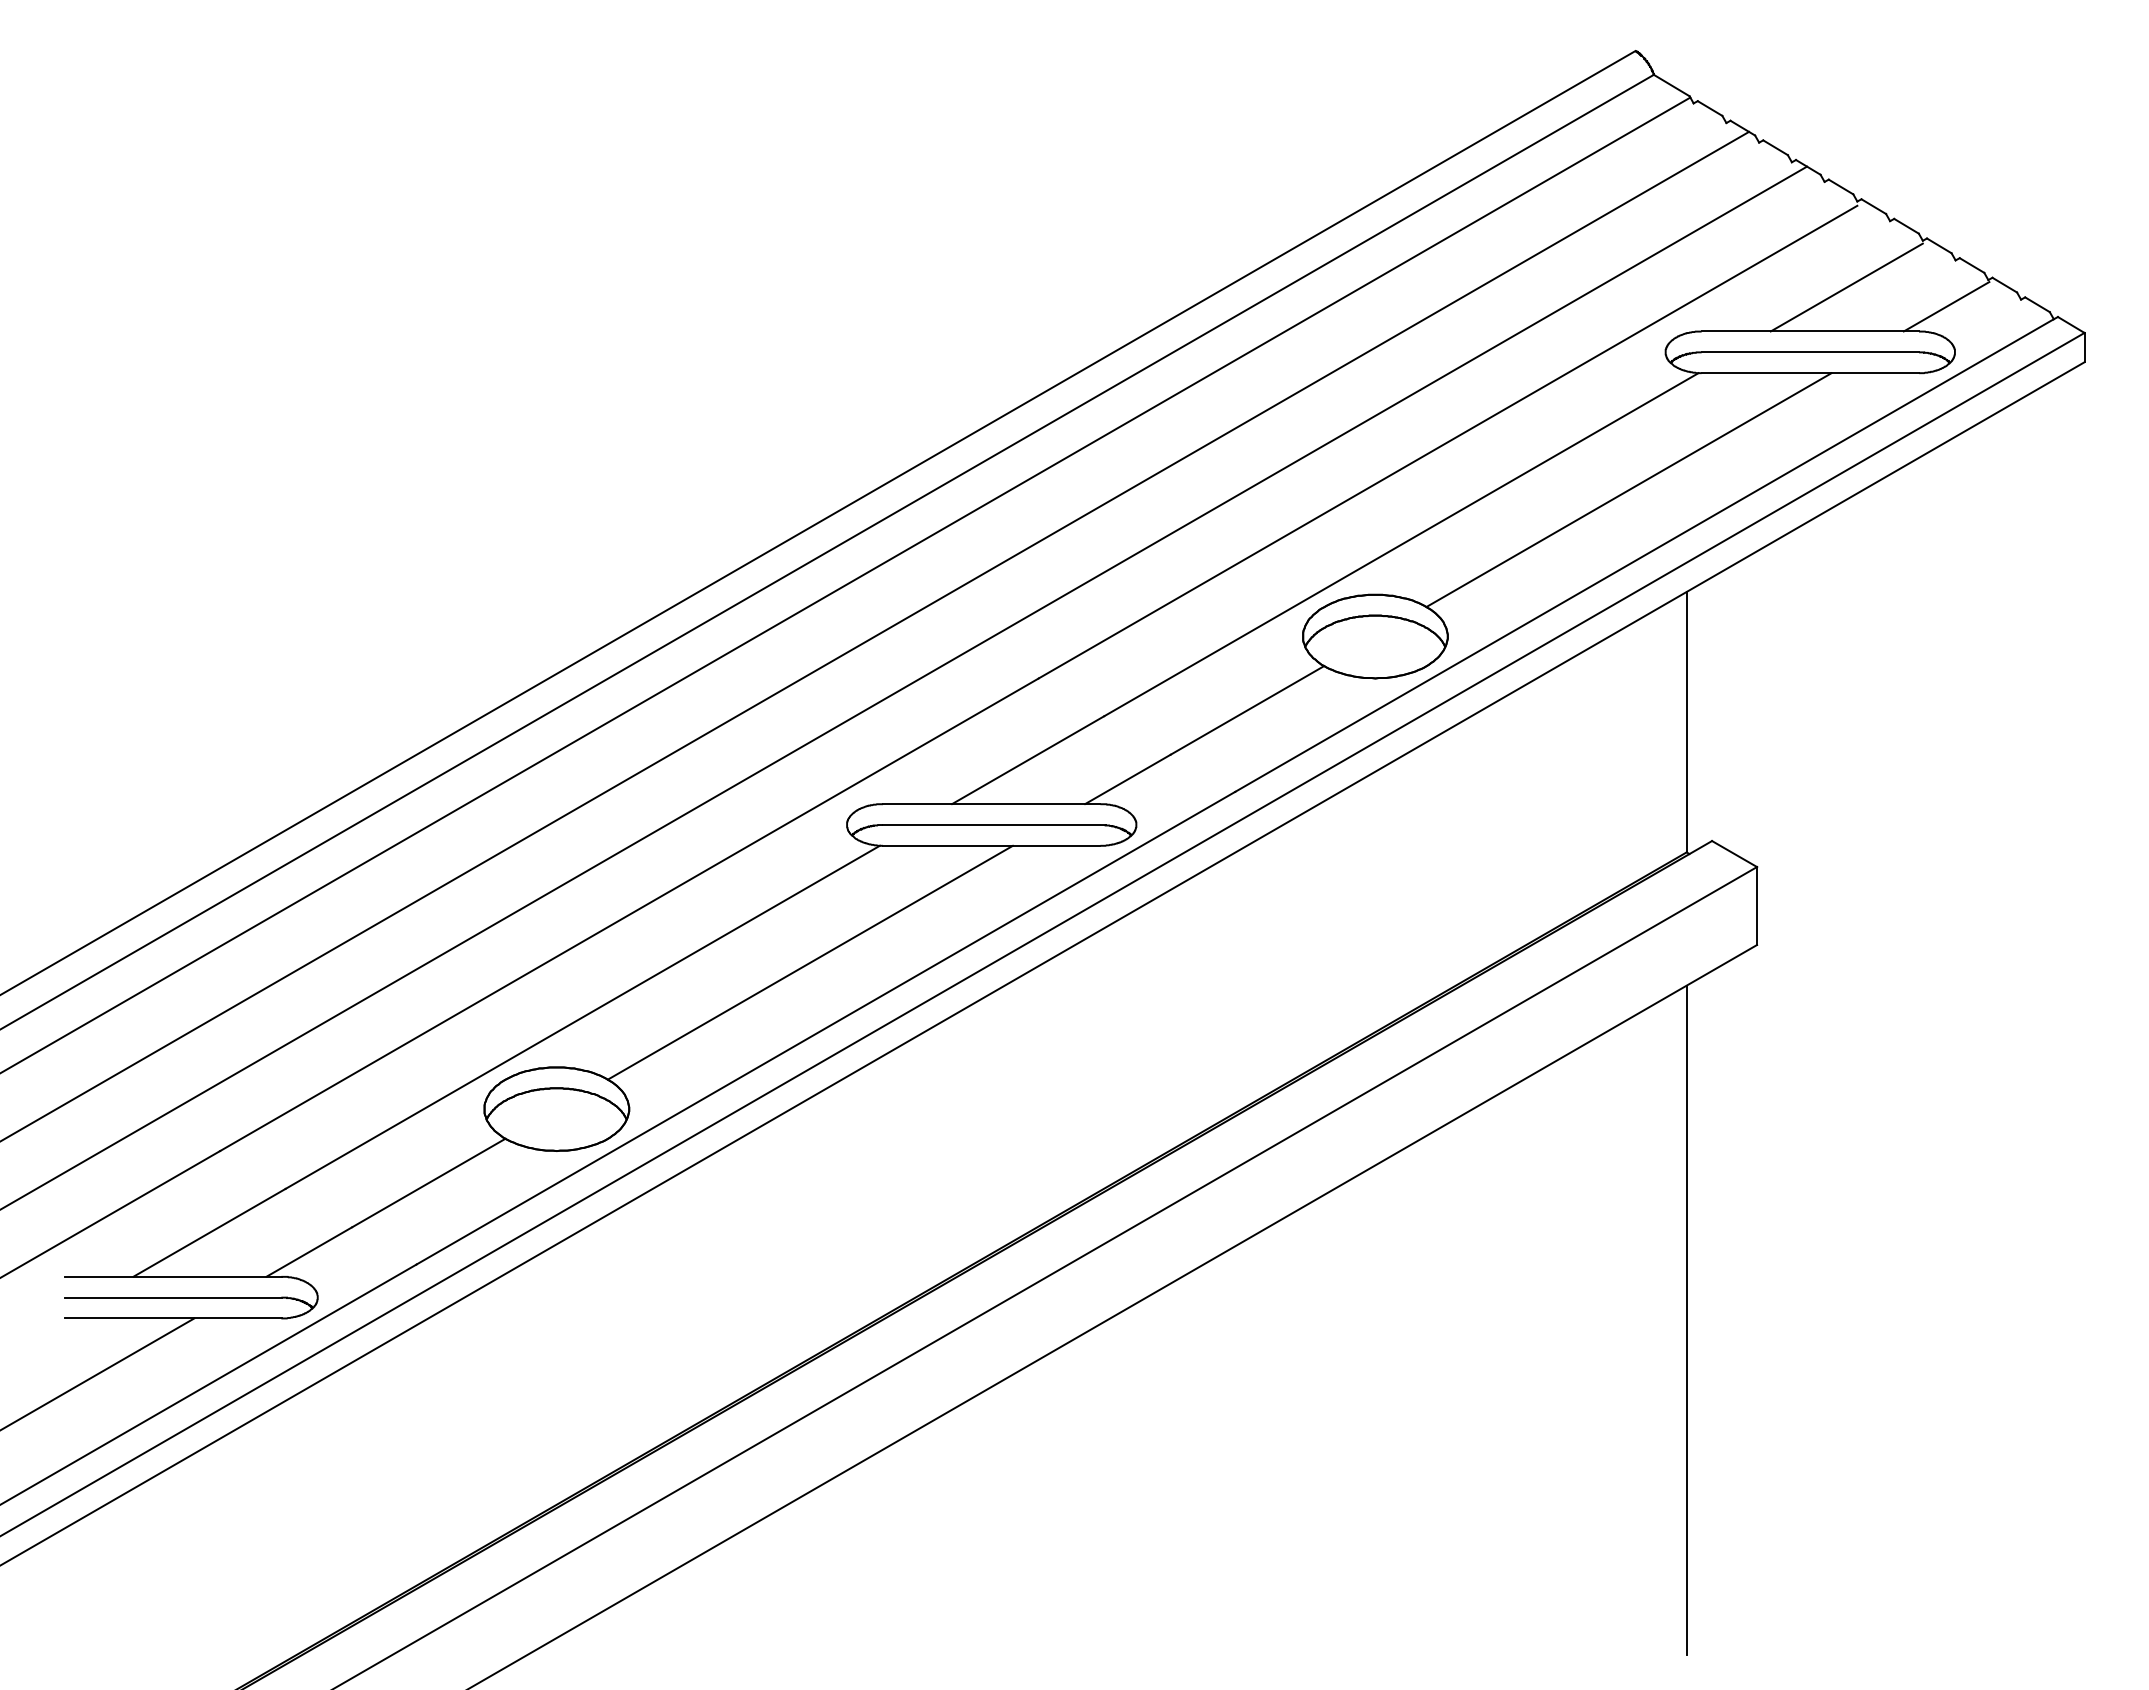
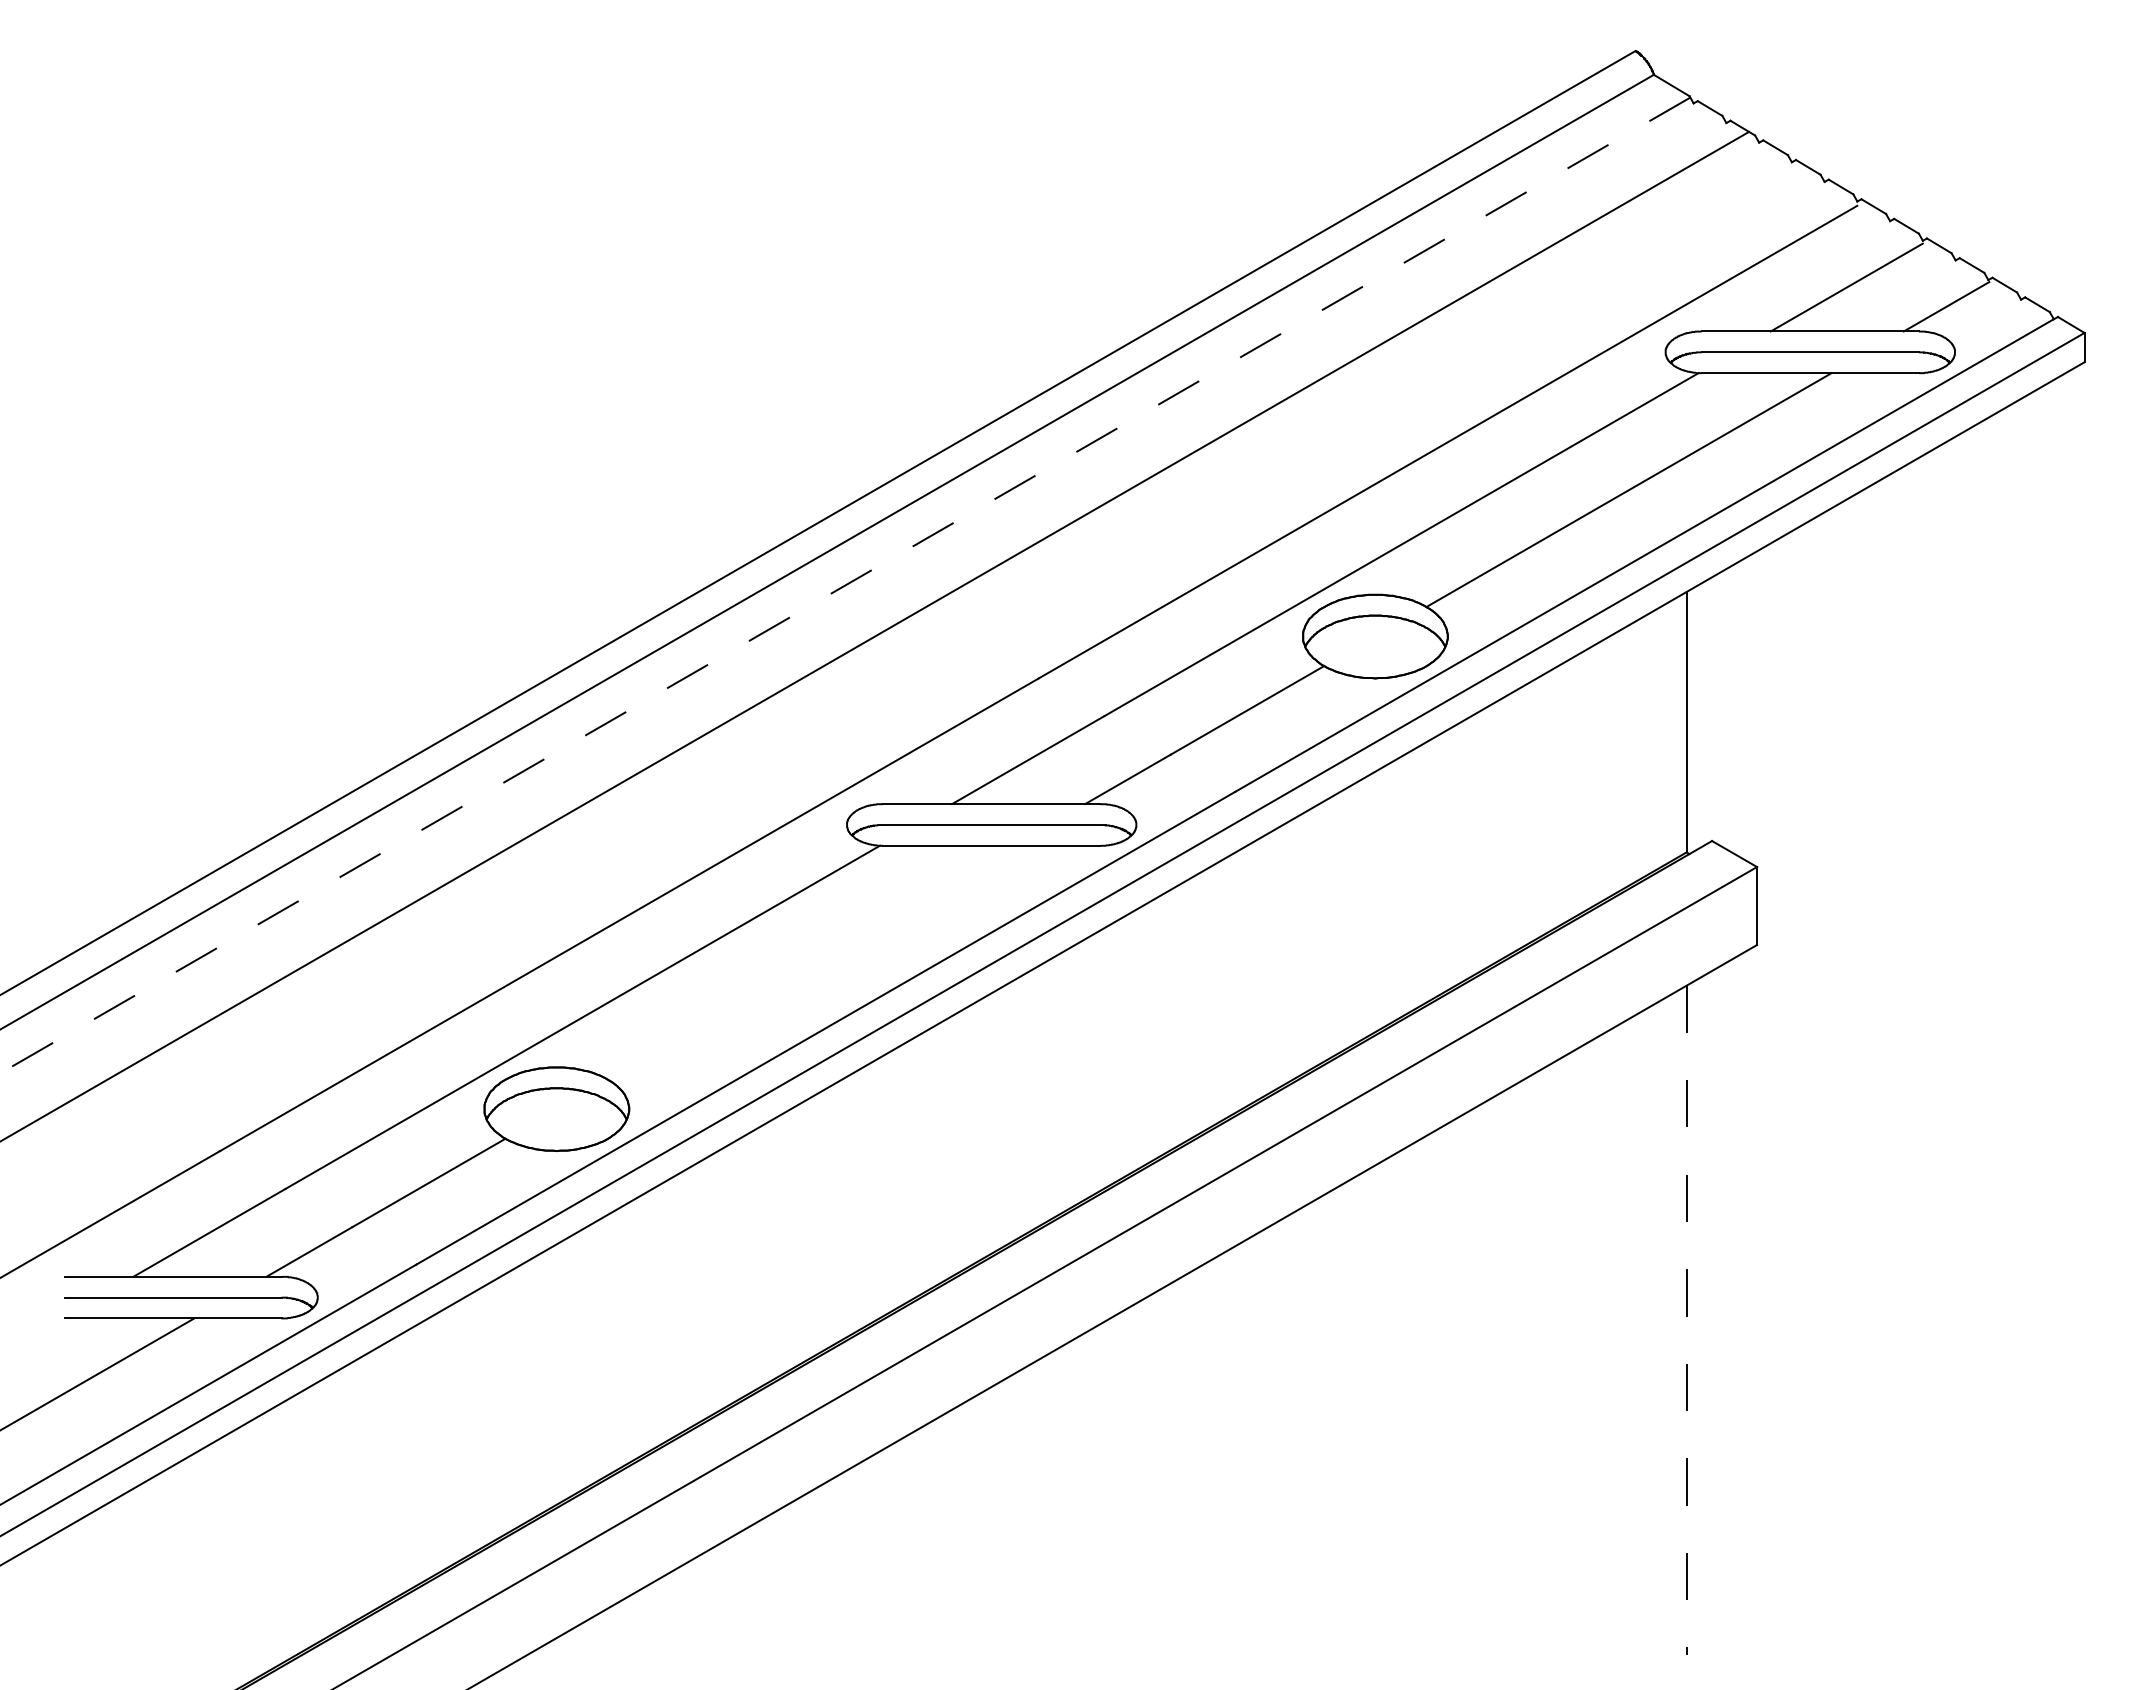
line at (845, 585): solid -> dashed
line at (904, 687): present -> none
line at (809, 962): present -> none
line at (1686, 1320): solid -> dashed
